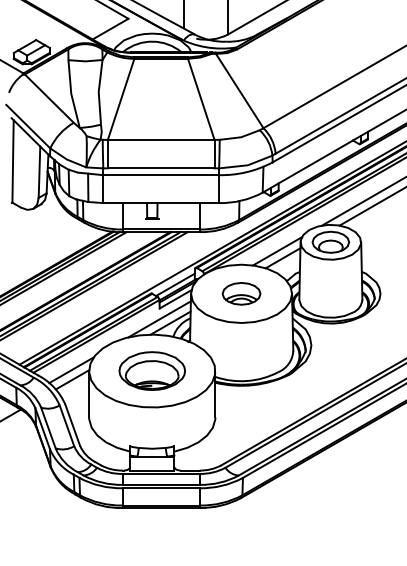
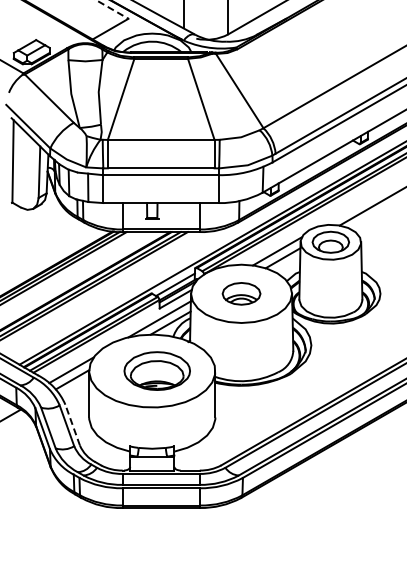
line at (112, 9): solid -> dashed
line at (362, 201): present -> none
part at (151, 370) position: (151, 370) -> (156, 370)
line at (72, 425): solid -> dashed
